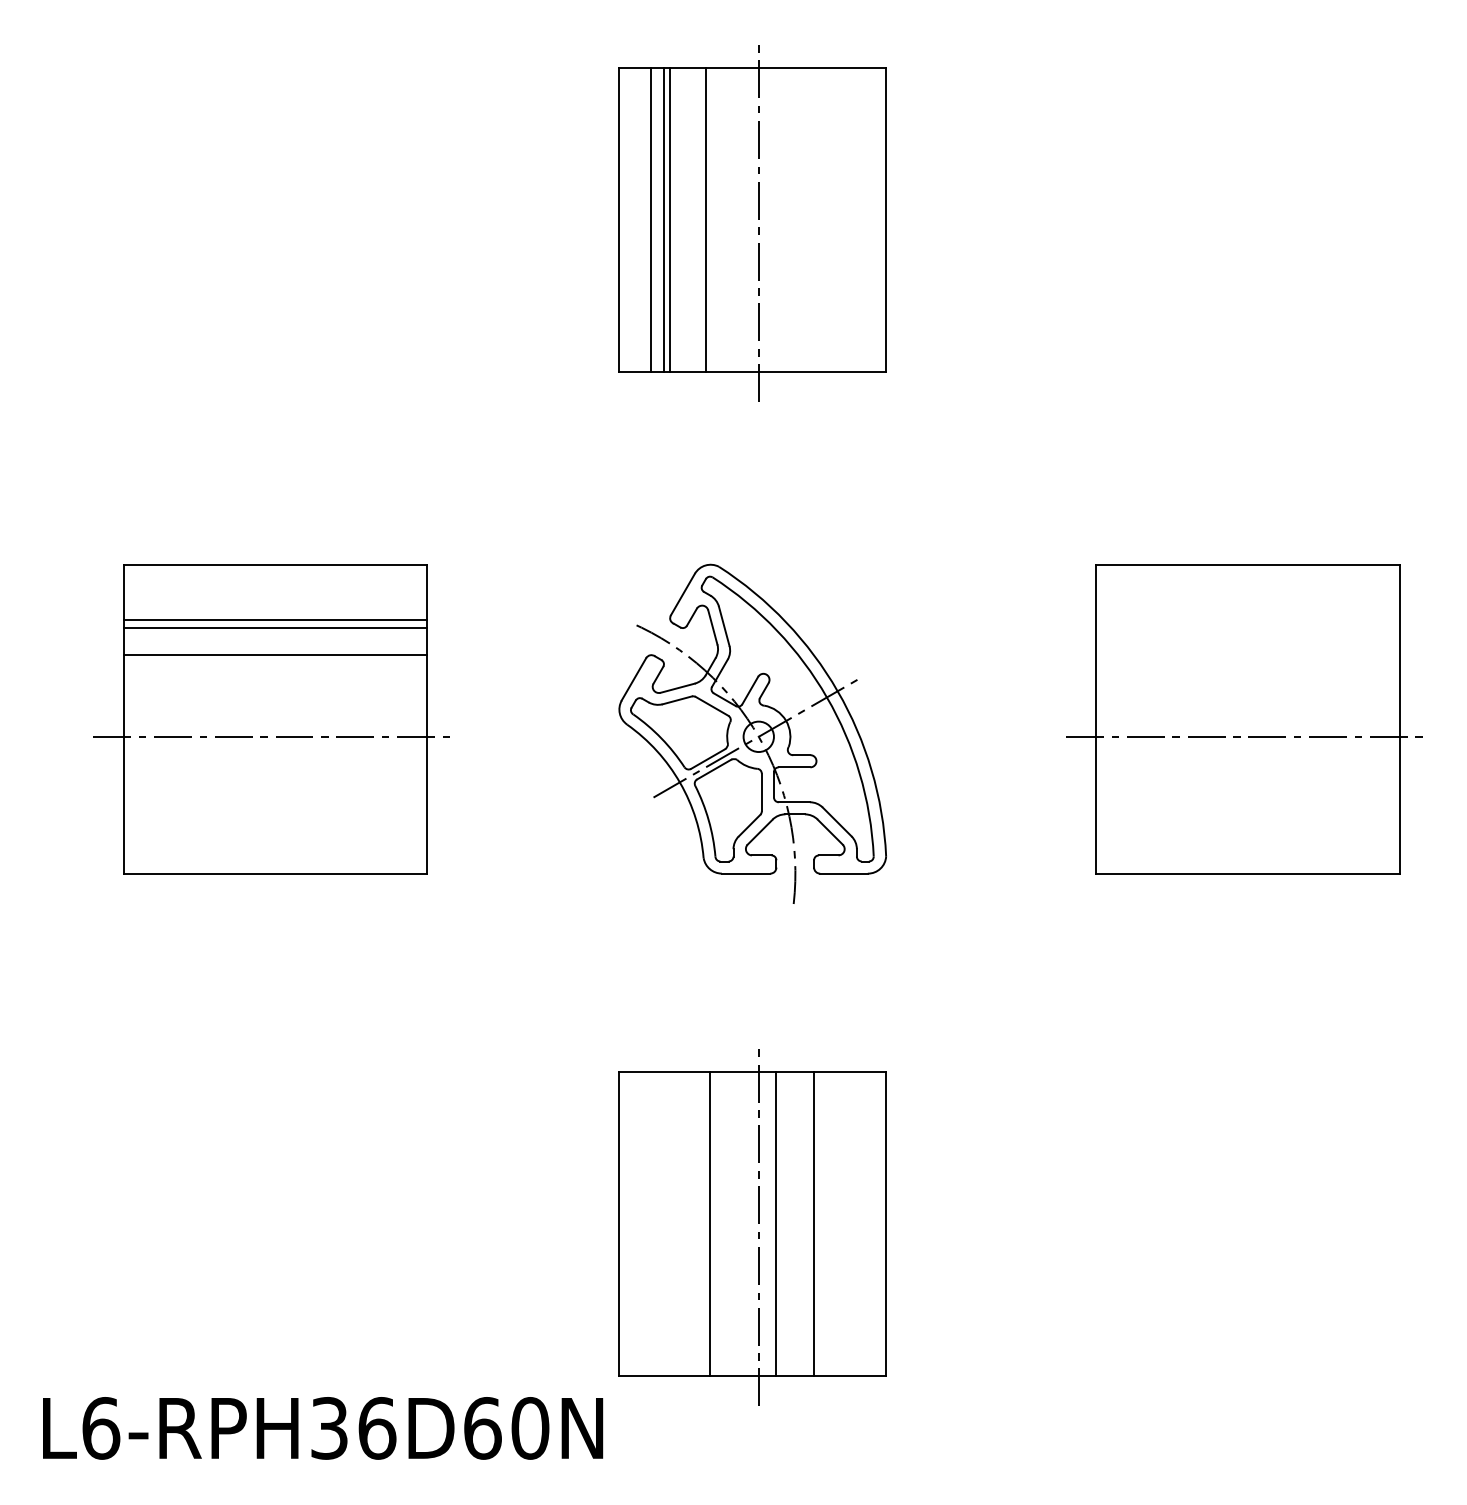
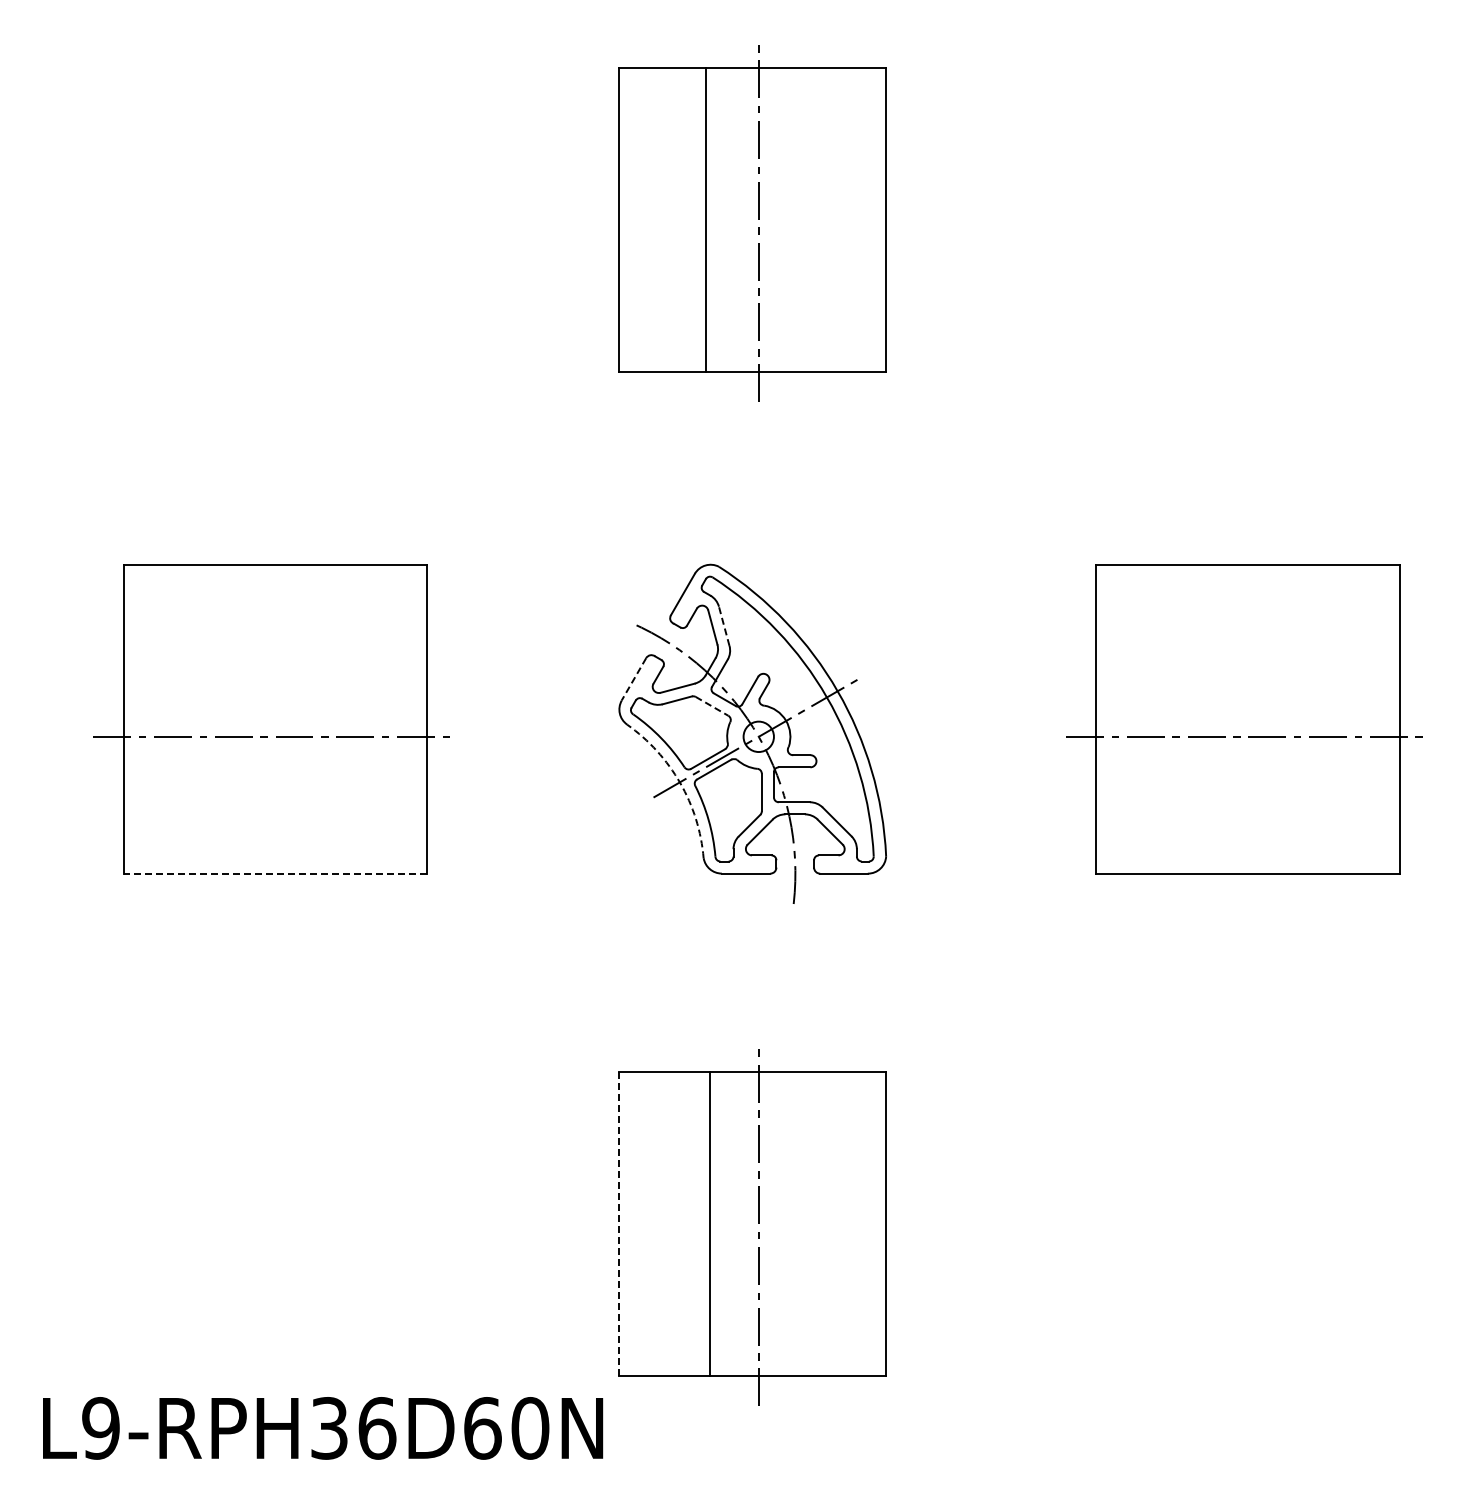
line at (651, 219): present -> none
line at (663, 219): present -> none
line at (670, 219): present -> none
line at (275, 620): present -> none
line at (724, 625): solid -> dashed
line at (275, 628): present -> none
line at (275, 655): present -> none
line at (633, 679): solid -> dashed
line at (712, 706): solid -> dashed
arc at (680, 782): solid -> dashed
line at (275, 873): solid -> dashed
line at (619, 1224): solid -> dashed
line at (776, 1224): present -> none
line at (814, 1224): present -> none
text at (101, 1428): L6-RPH36D60N -> L9-RPH36D60N
